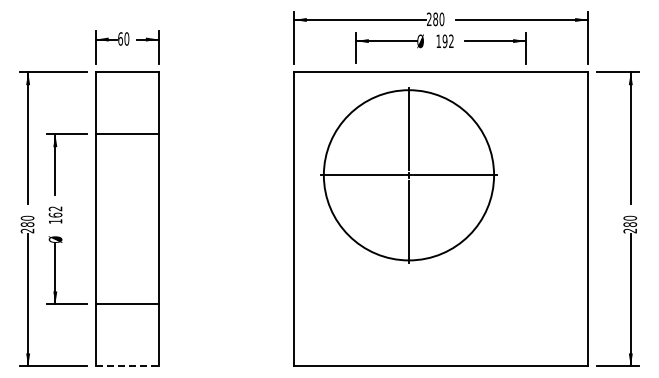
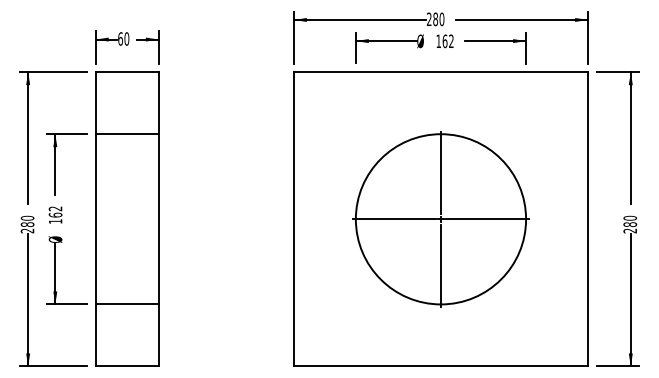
text at (444, 41): 192 -> 162
part at (408, 175) position: (408, 175) -> (440, 219)
line at (127, 366): dashed -> solid
